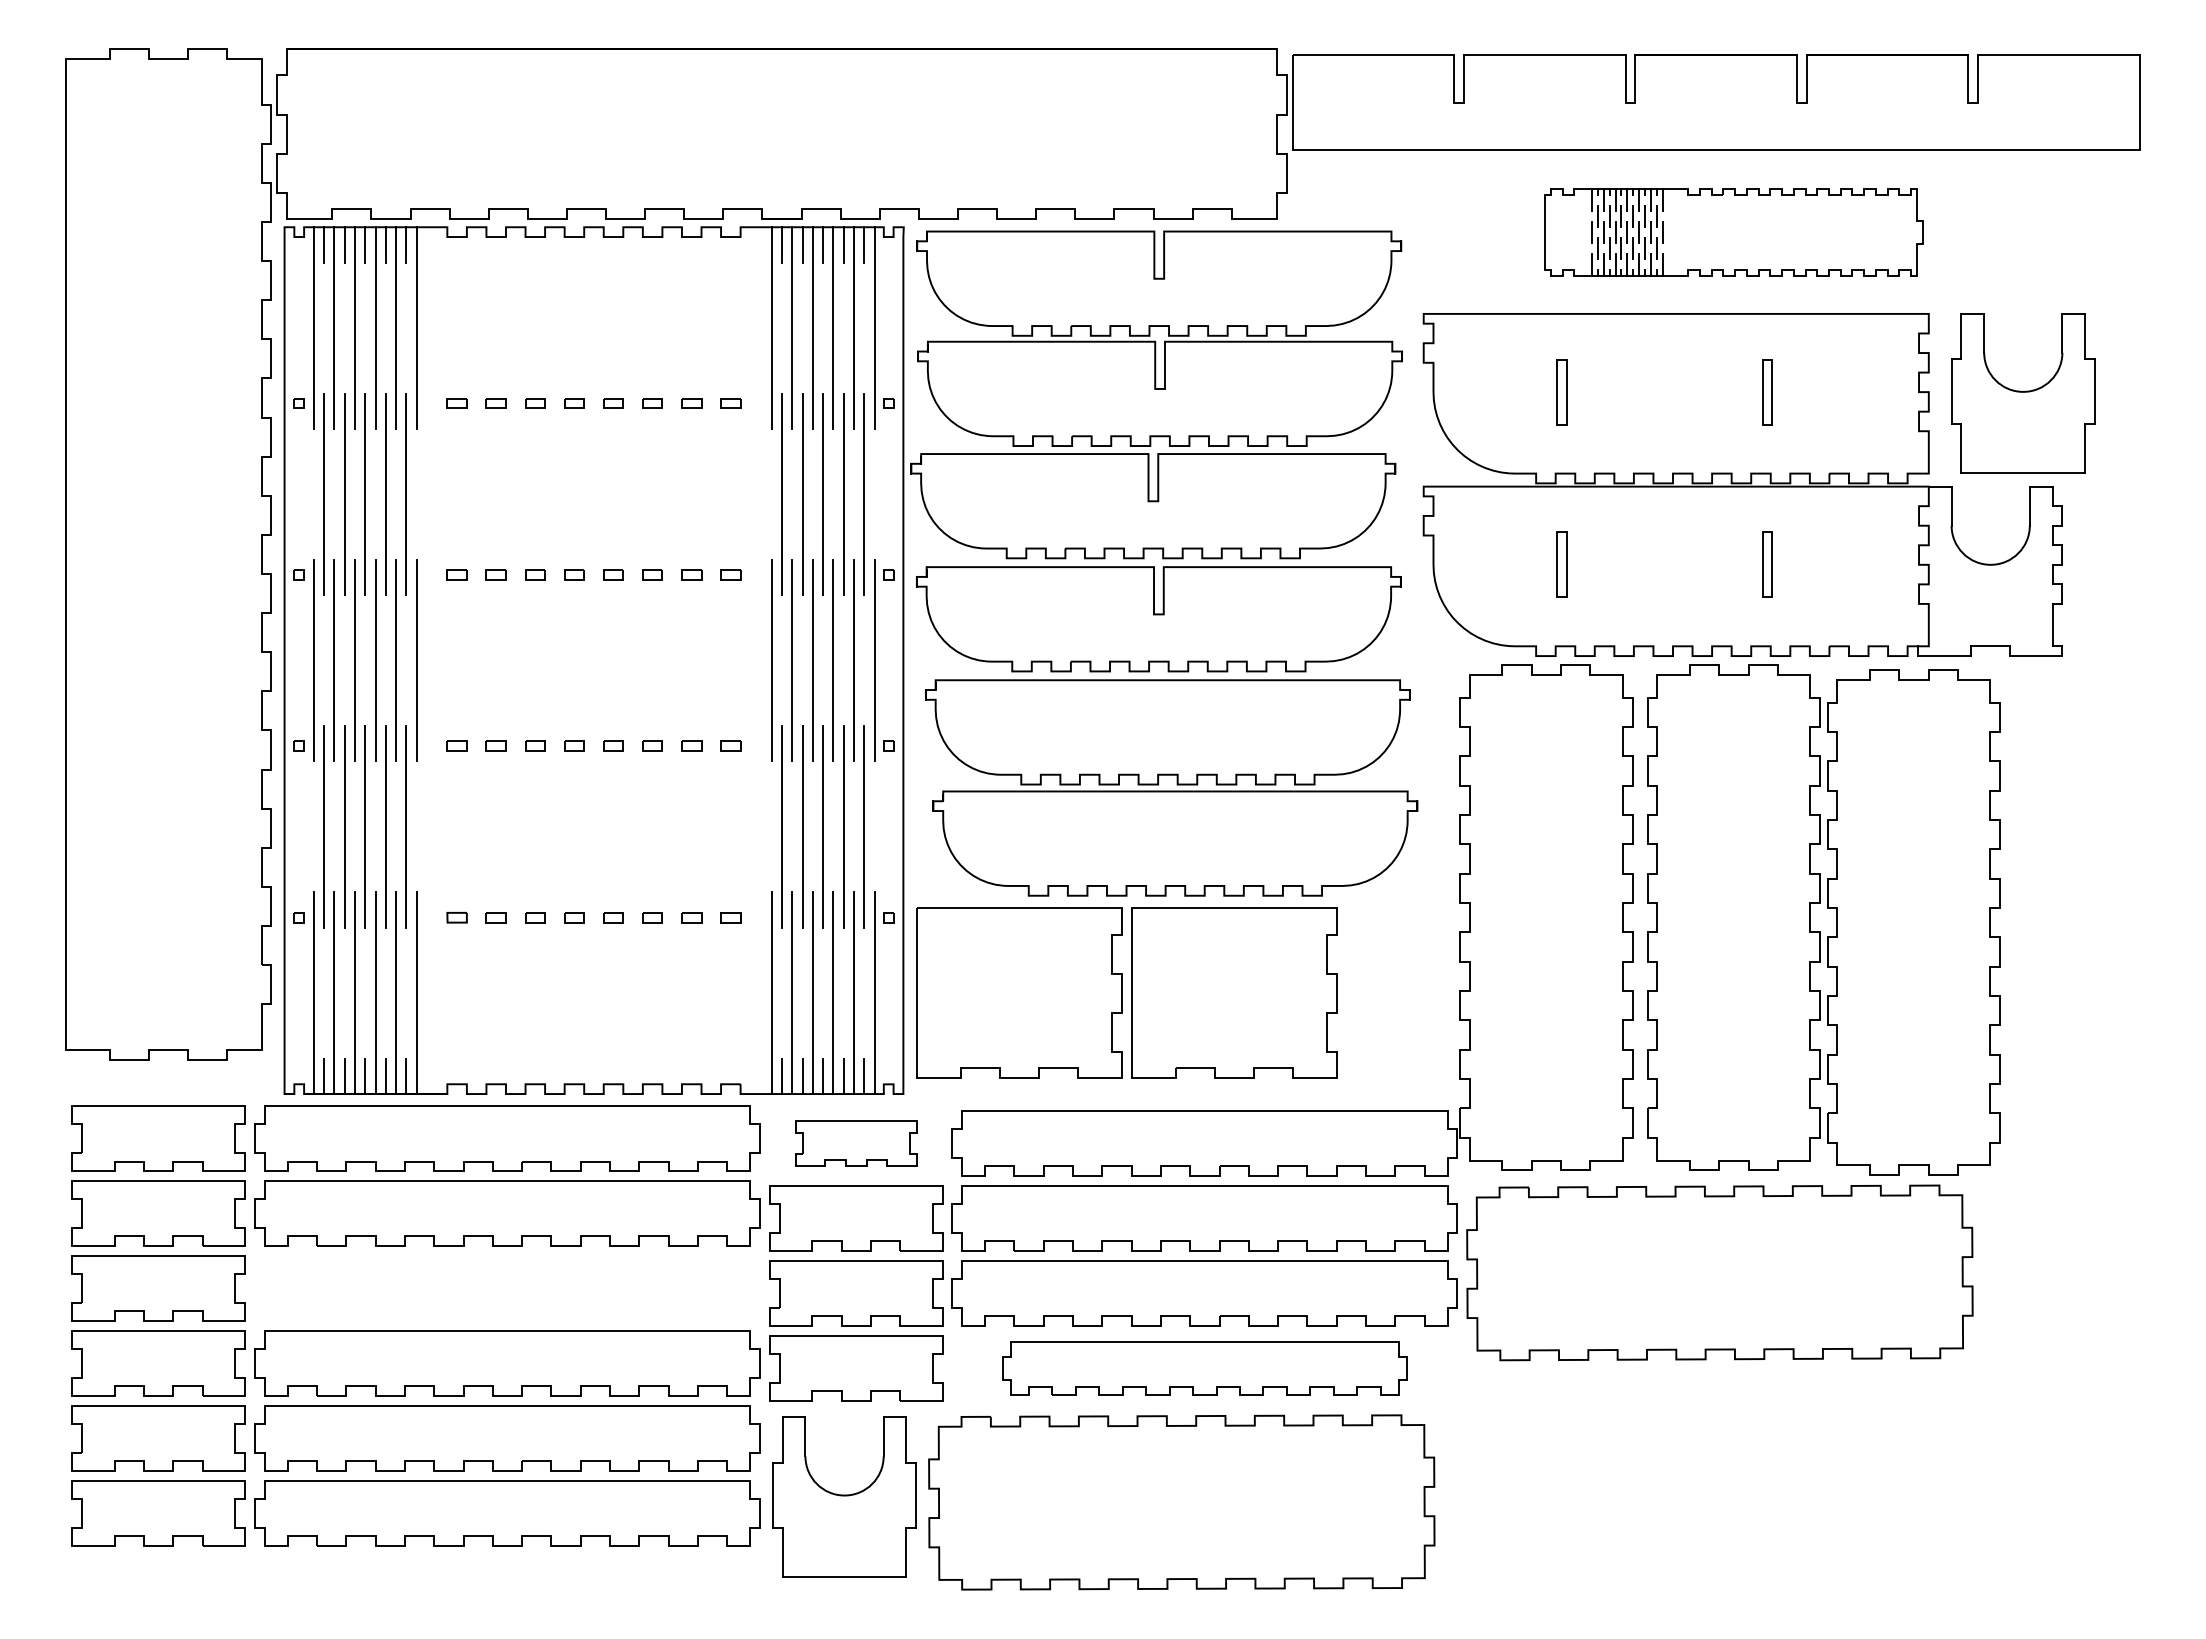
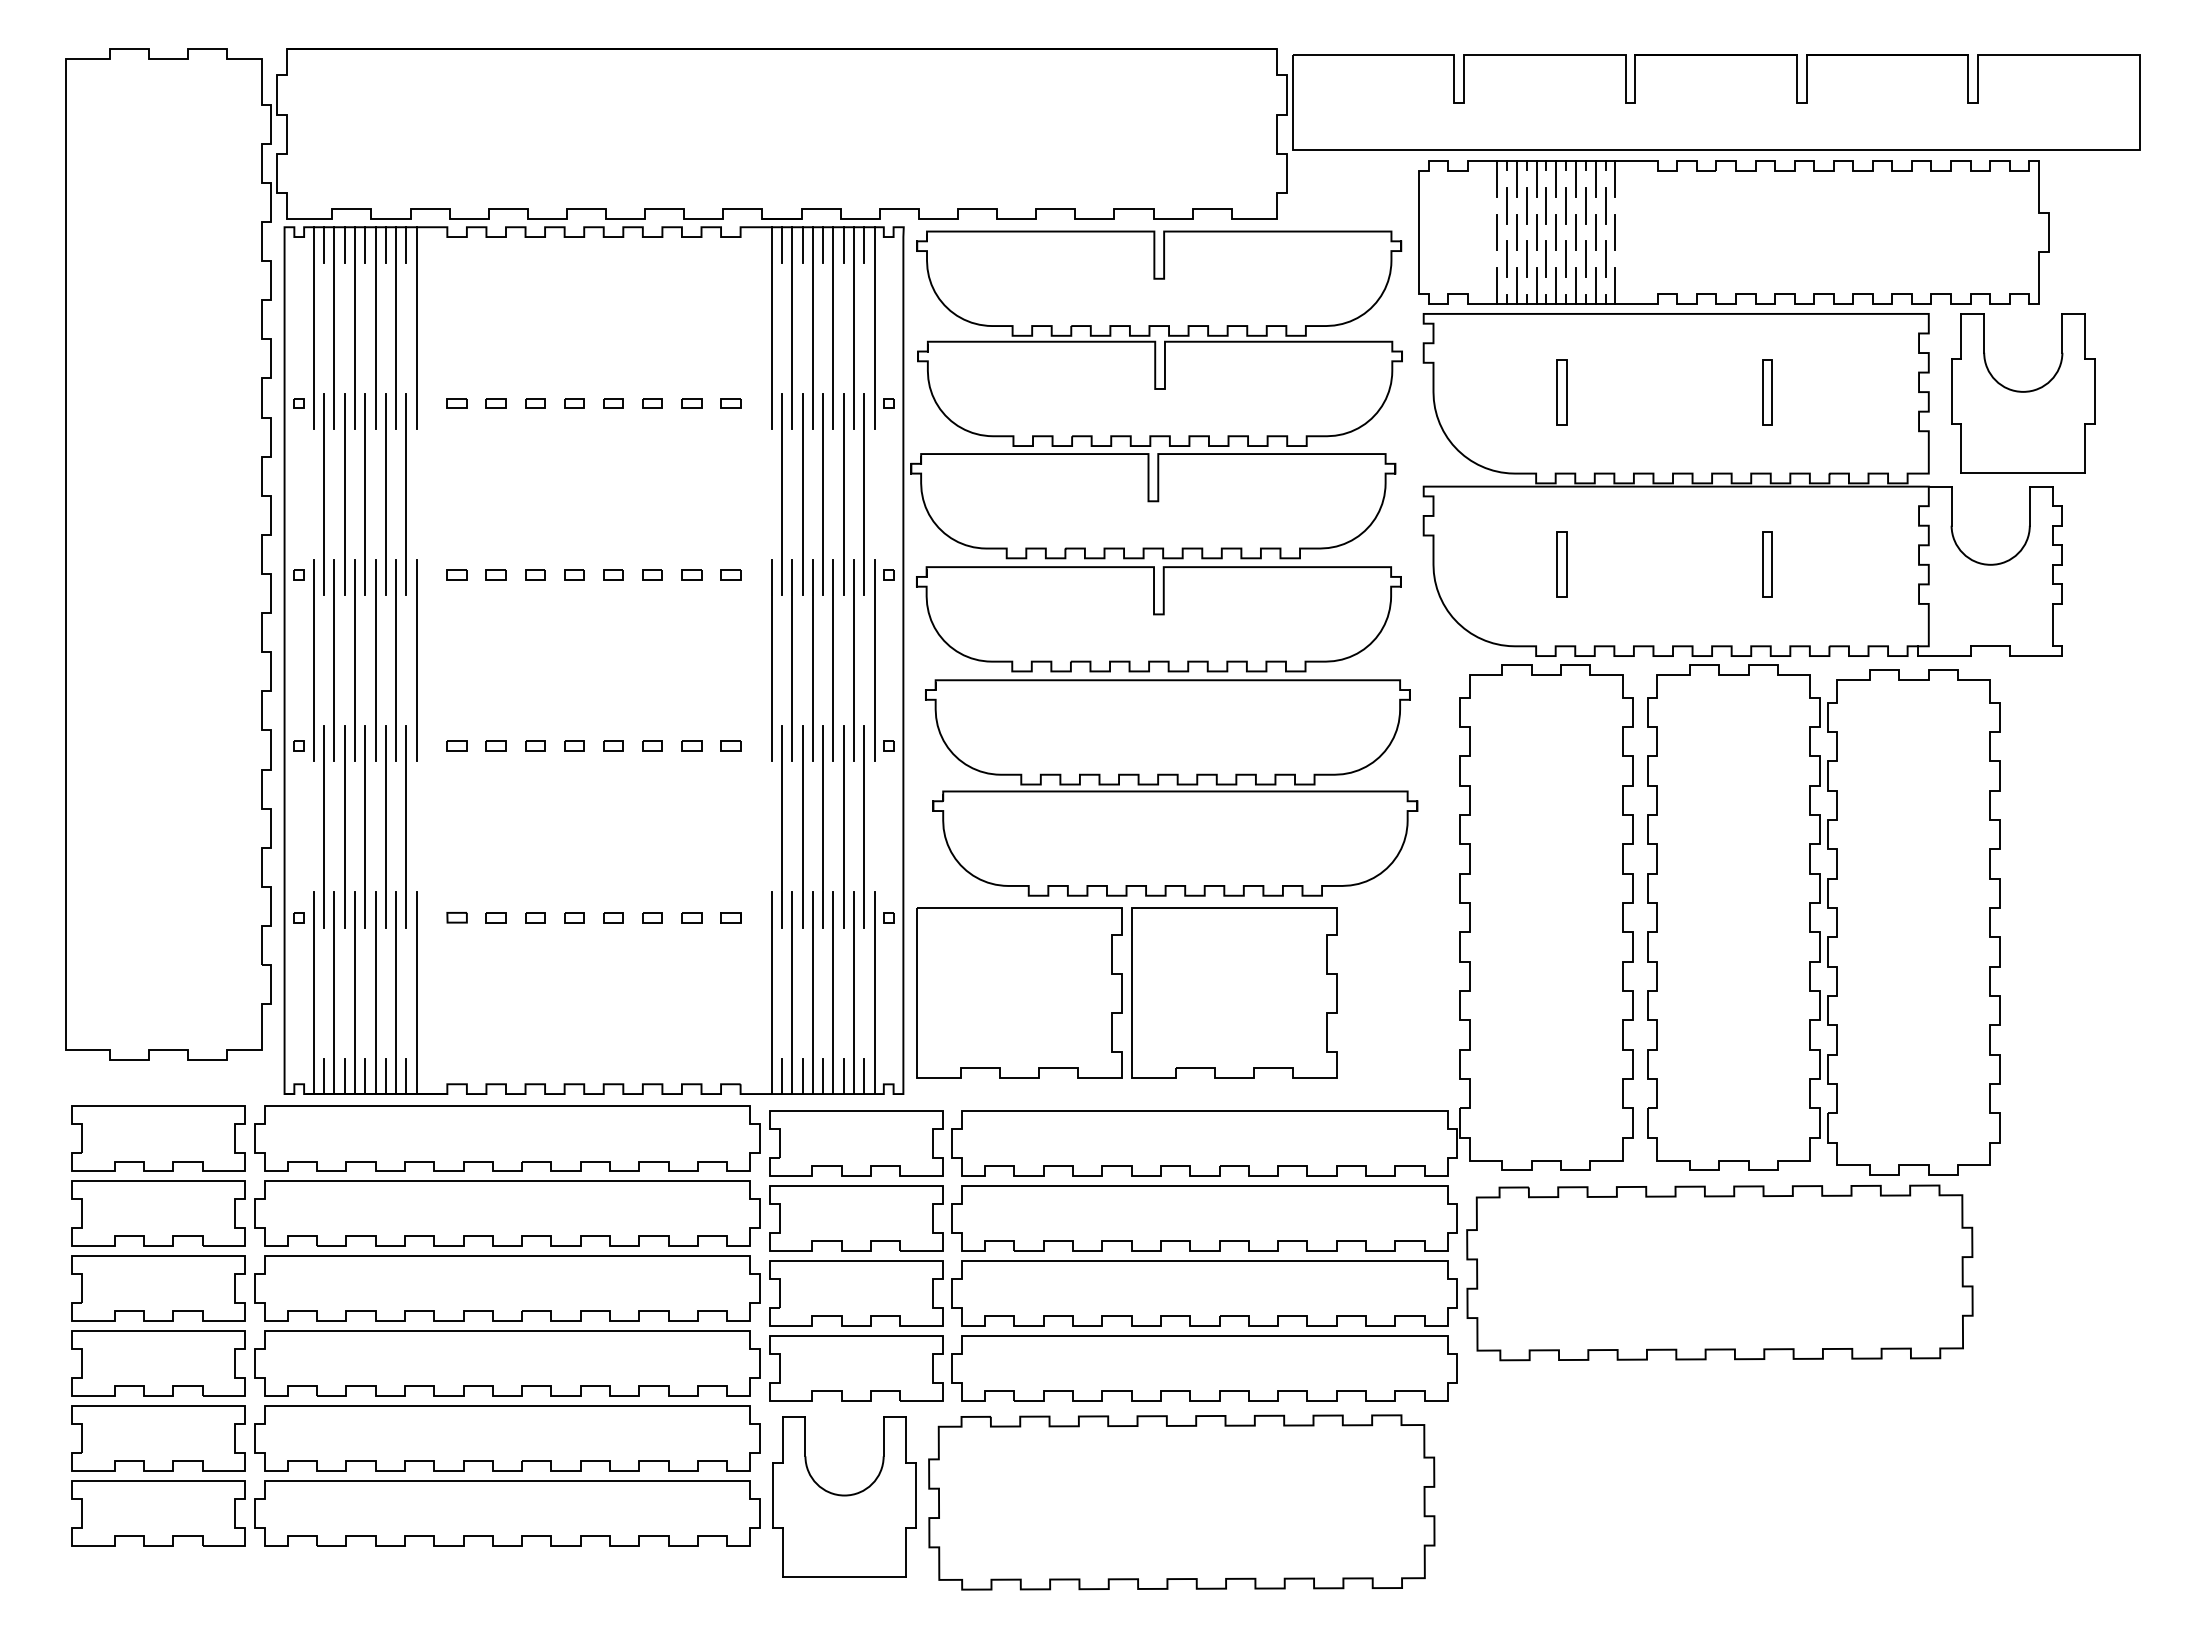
part at (1733, 232) size: 380x89 px -> 632x145 px
part at (856, 1143) size: 123x47 px -> 175x67 px
part at (507, 1288): none -> present
part at (1204, 1368) size: 406x55 px -> 507x67 px
